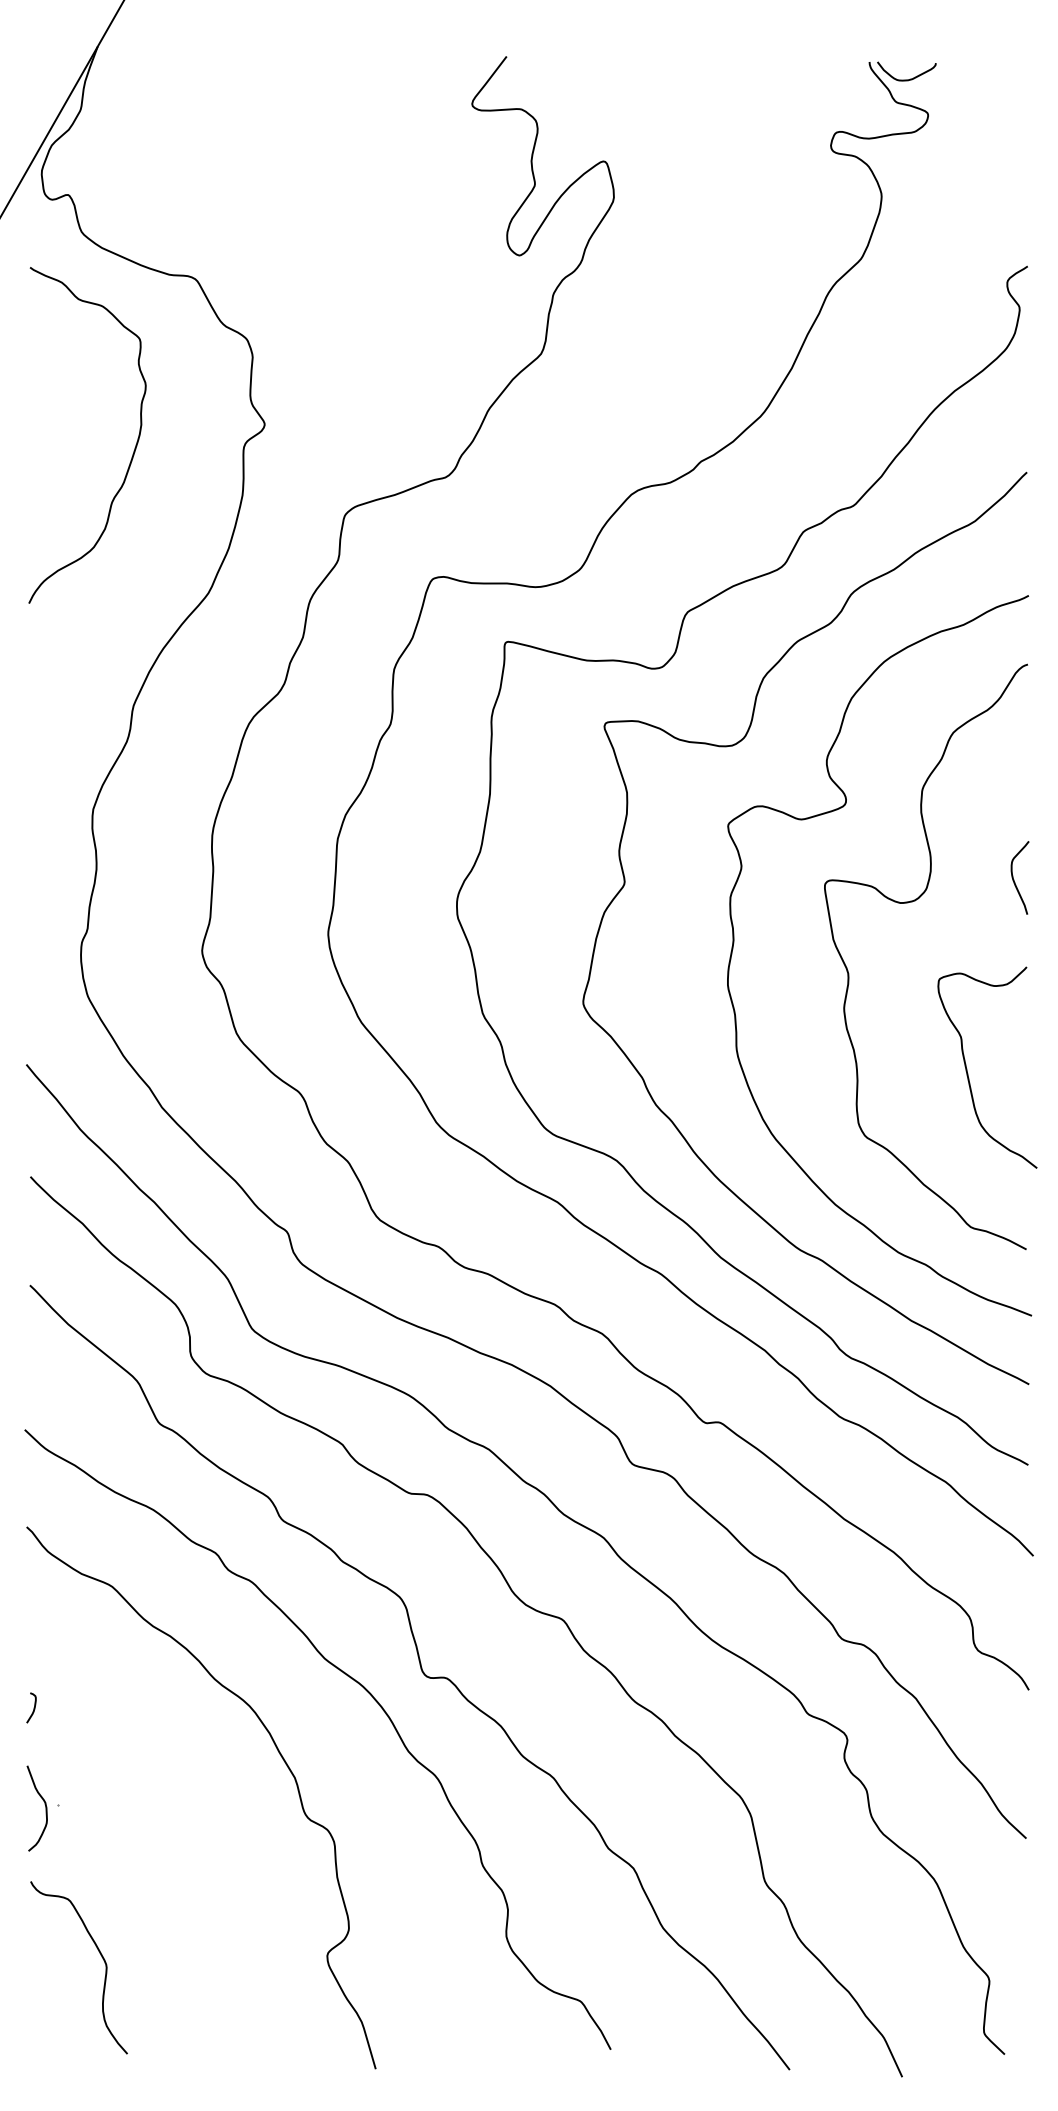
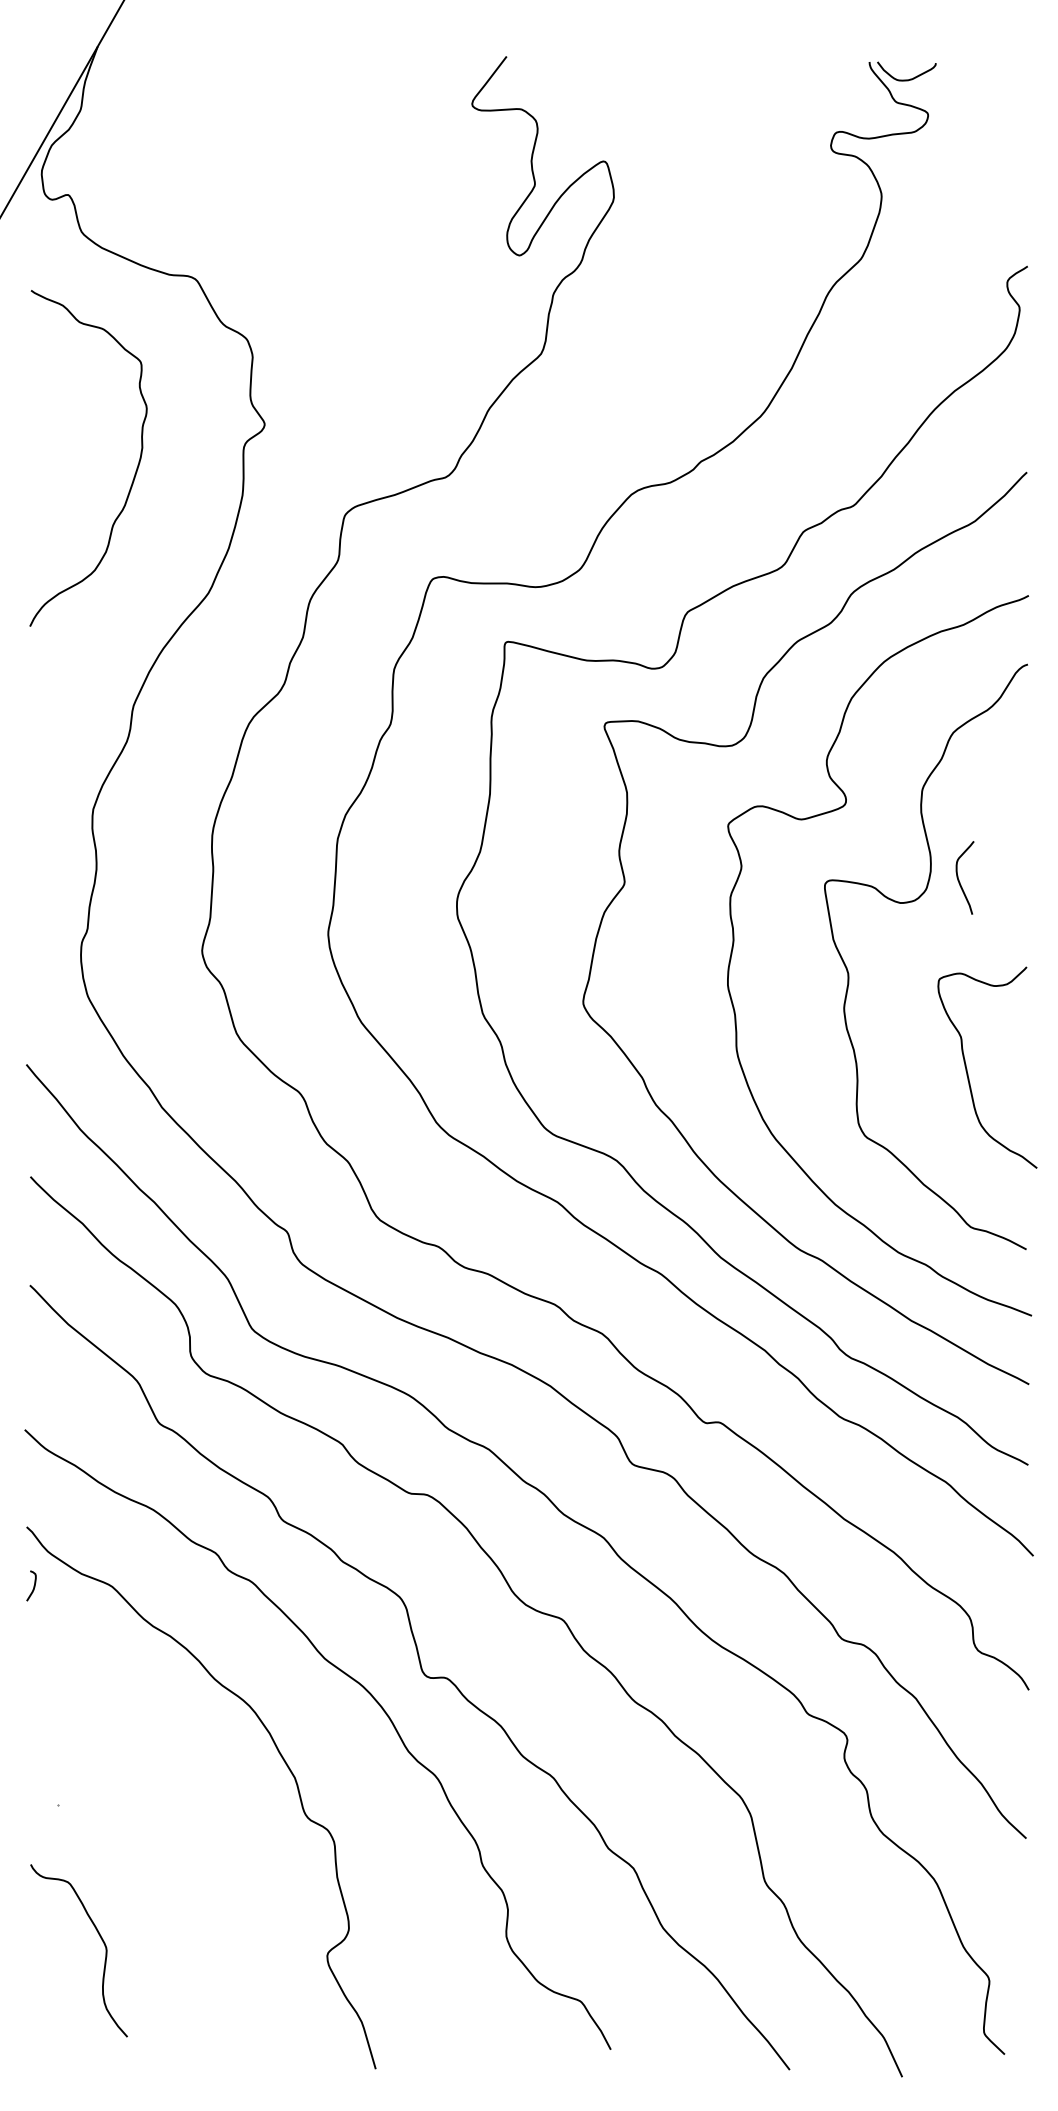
curve at (134, 447) position: (134, 447) -> (135, 470)
curve at (1014, 879) position: (1014, 879) -> (959, 879)
curve at (33, 1707) position: (33, 1707) -> (33, 1585)
curve at (44, 1804): present -> none
curve at (100, 1955) position: (100, 1955) -> (100, 1938)
